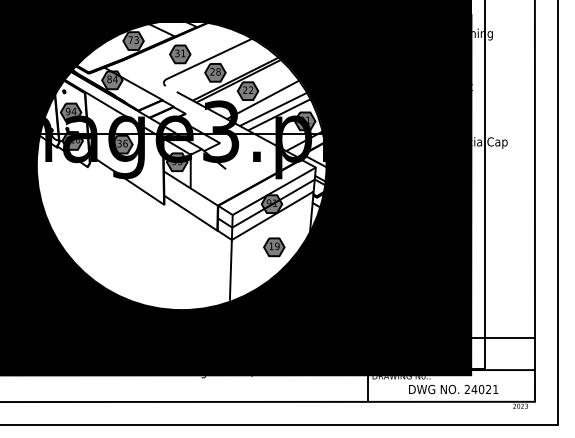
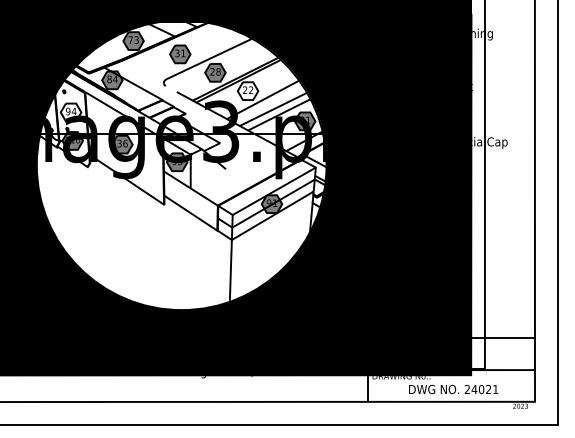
fill at (247, 91): present -> none
fill at (70, 112): present -> none
part at (274, 247): present -> none
